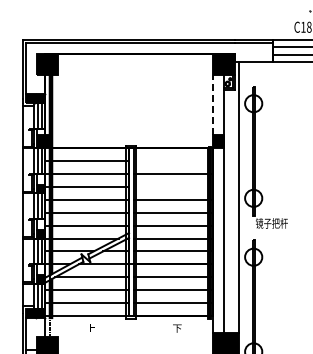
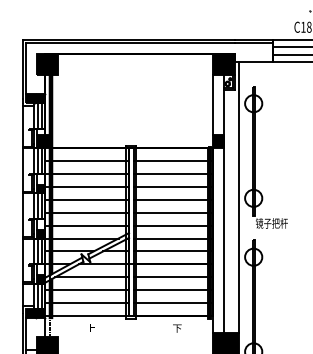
line at (213, 104): dashed -> solid
line at (173, 161): none -> present
line at (173, 186): none -> present
